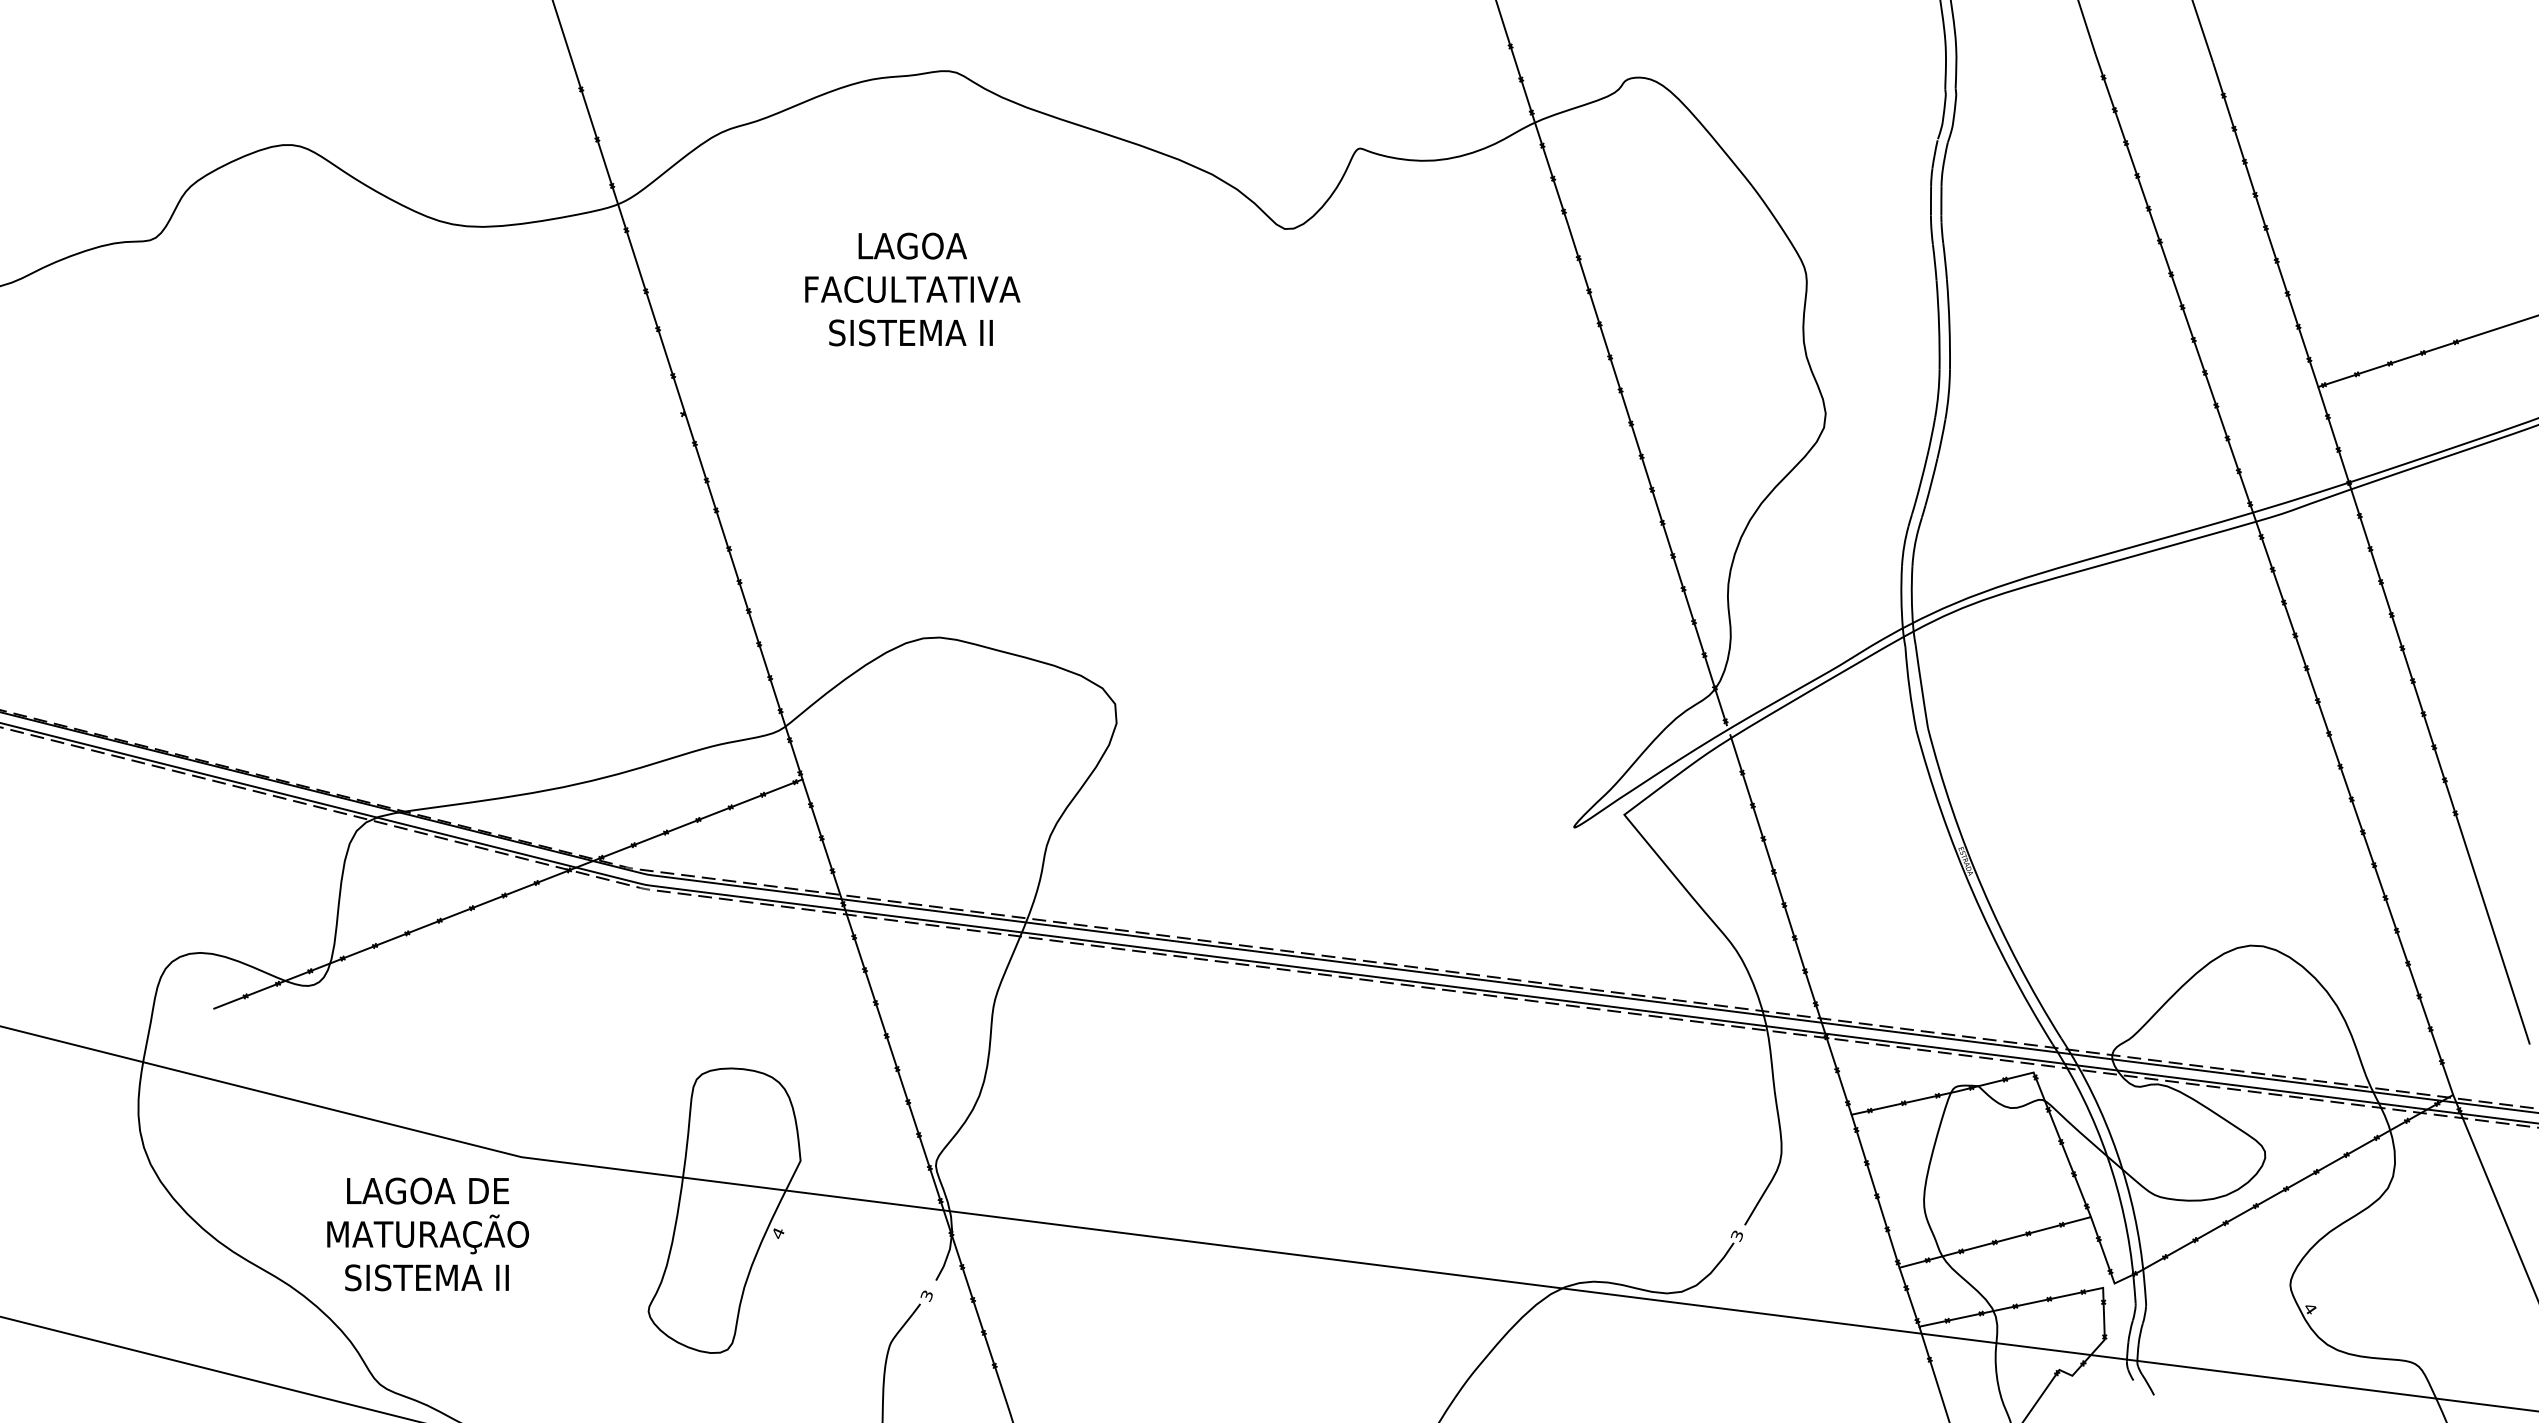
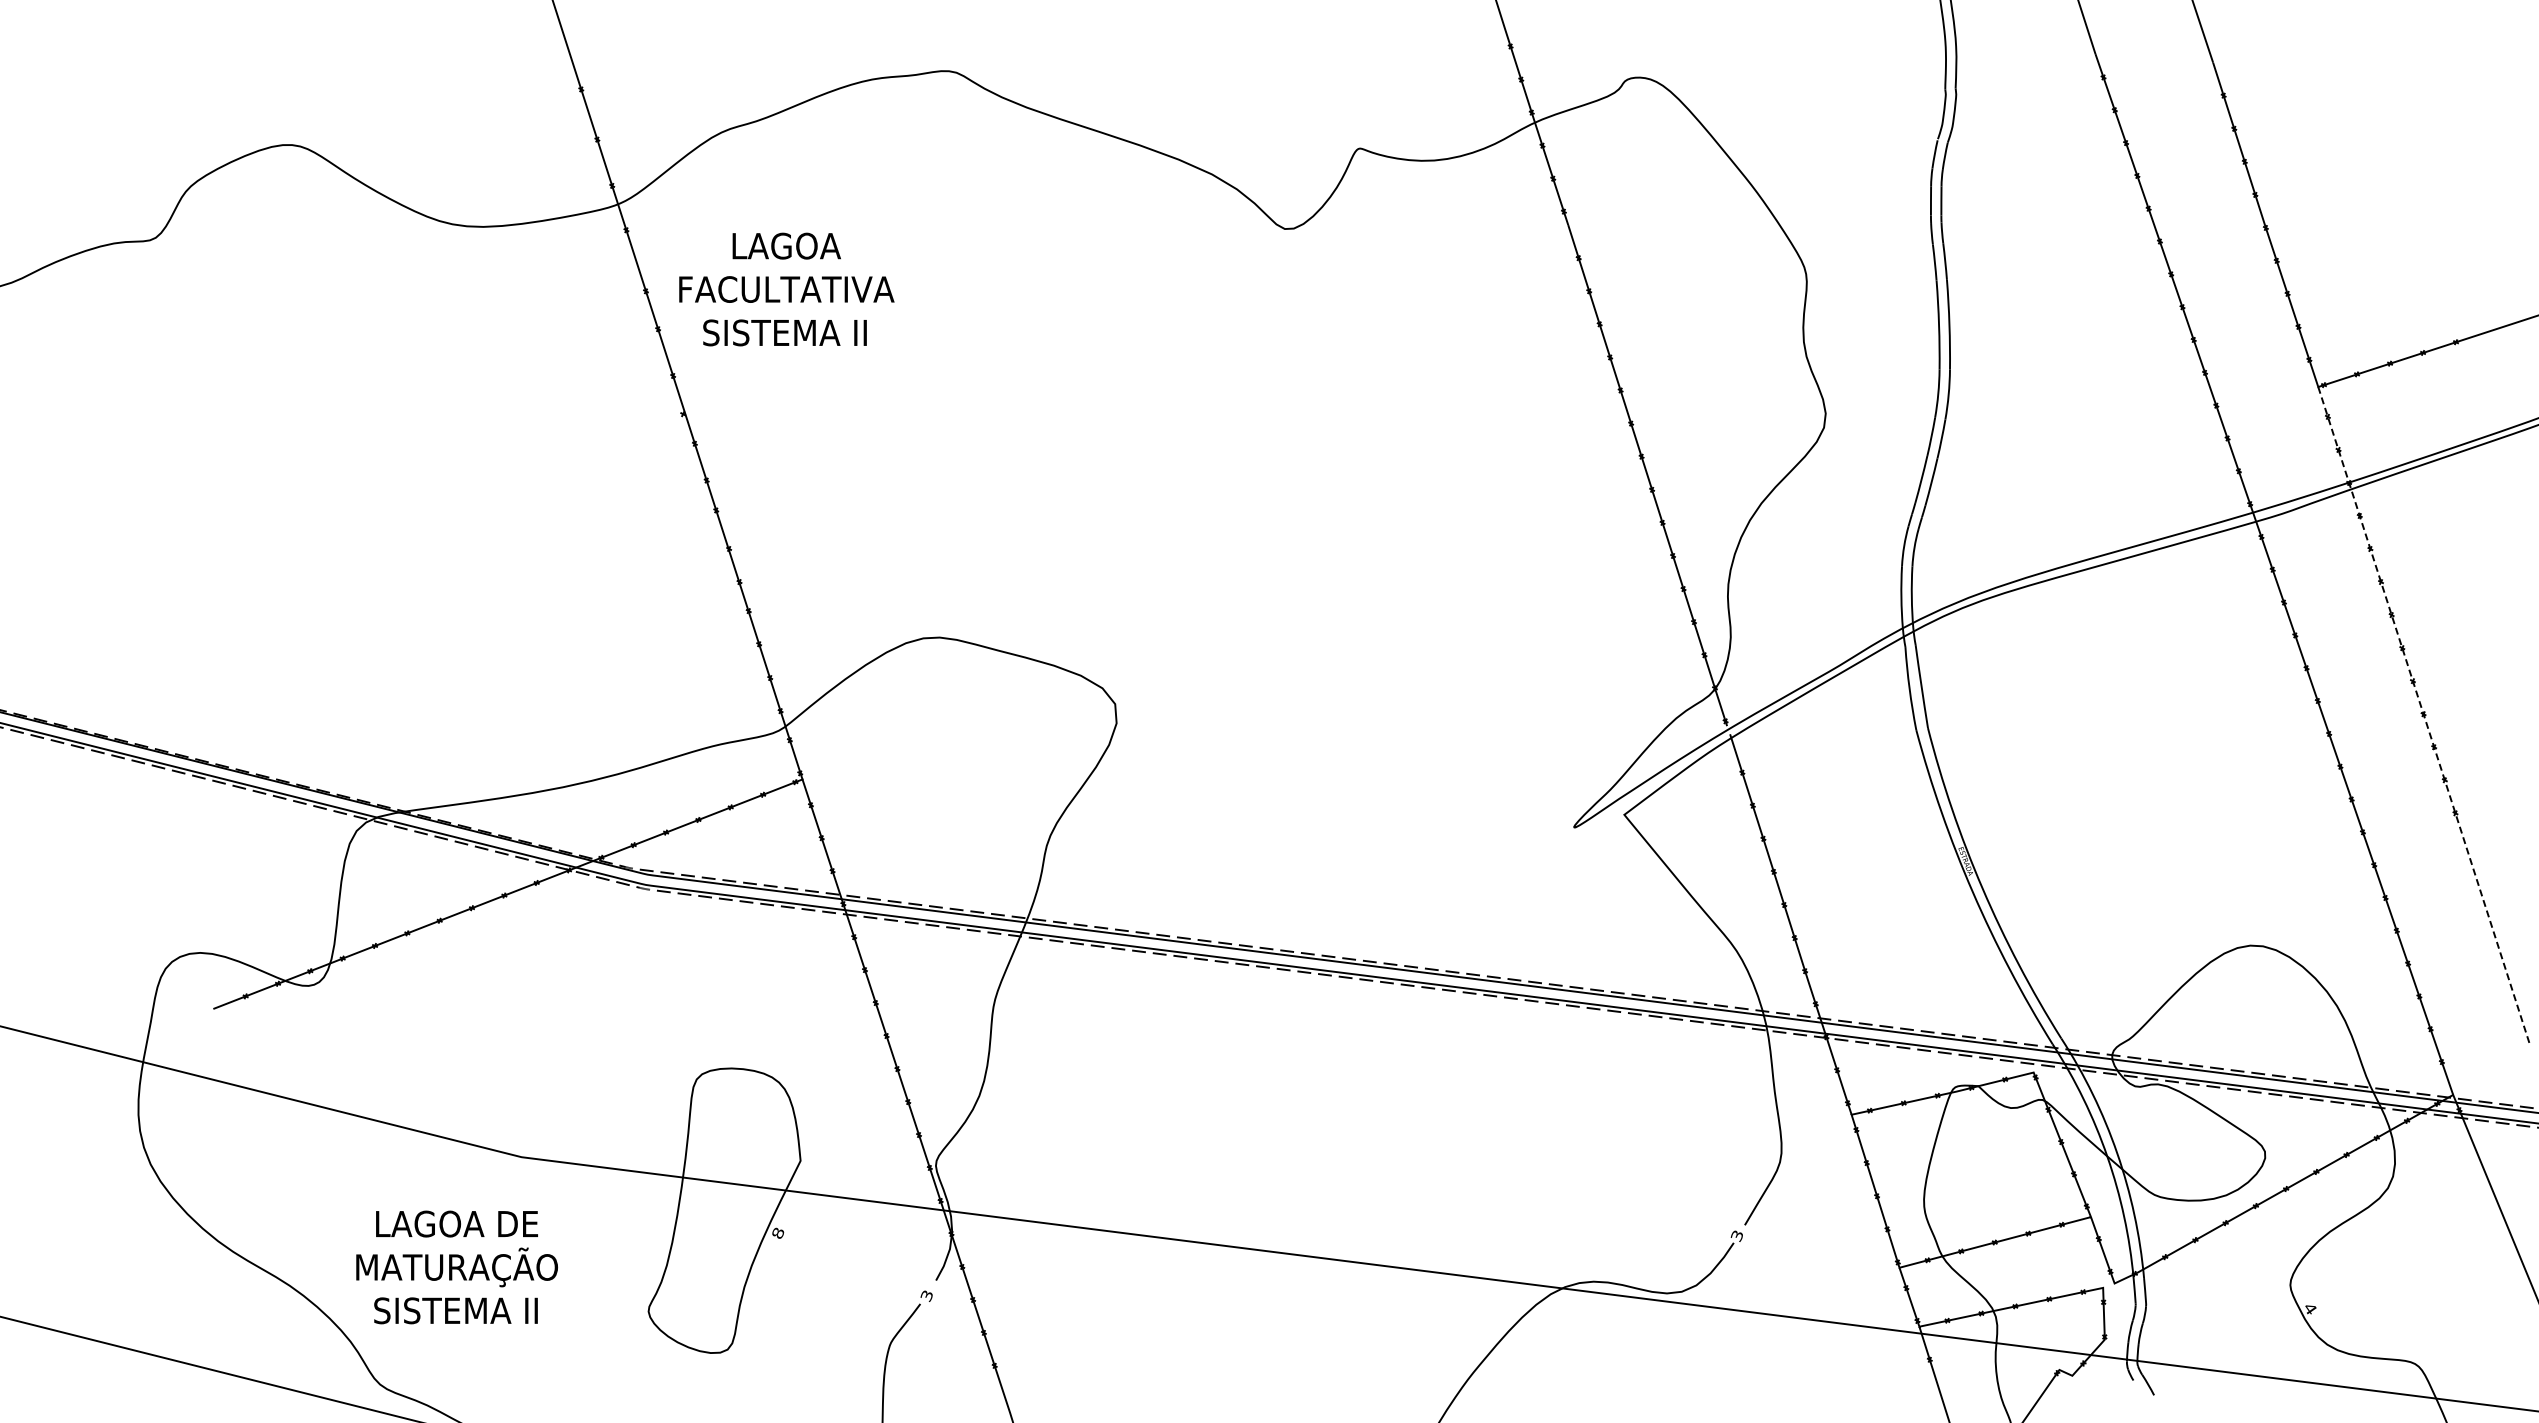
text at (912, 289) position: (912, 289) -> (786, 289)
line at (2424, 716): solid -> dashed
text at (777, 1232): 4 -> 8
text at (427, 1234) position: (427, 1234) -> (456, 1267)
